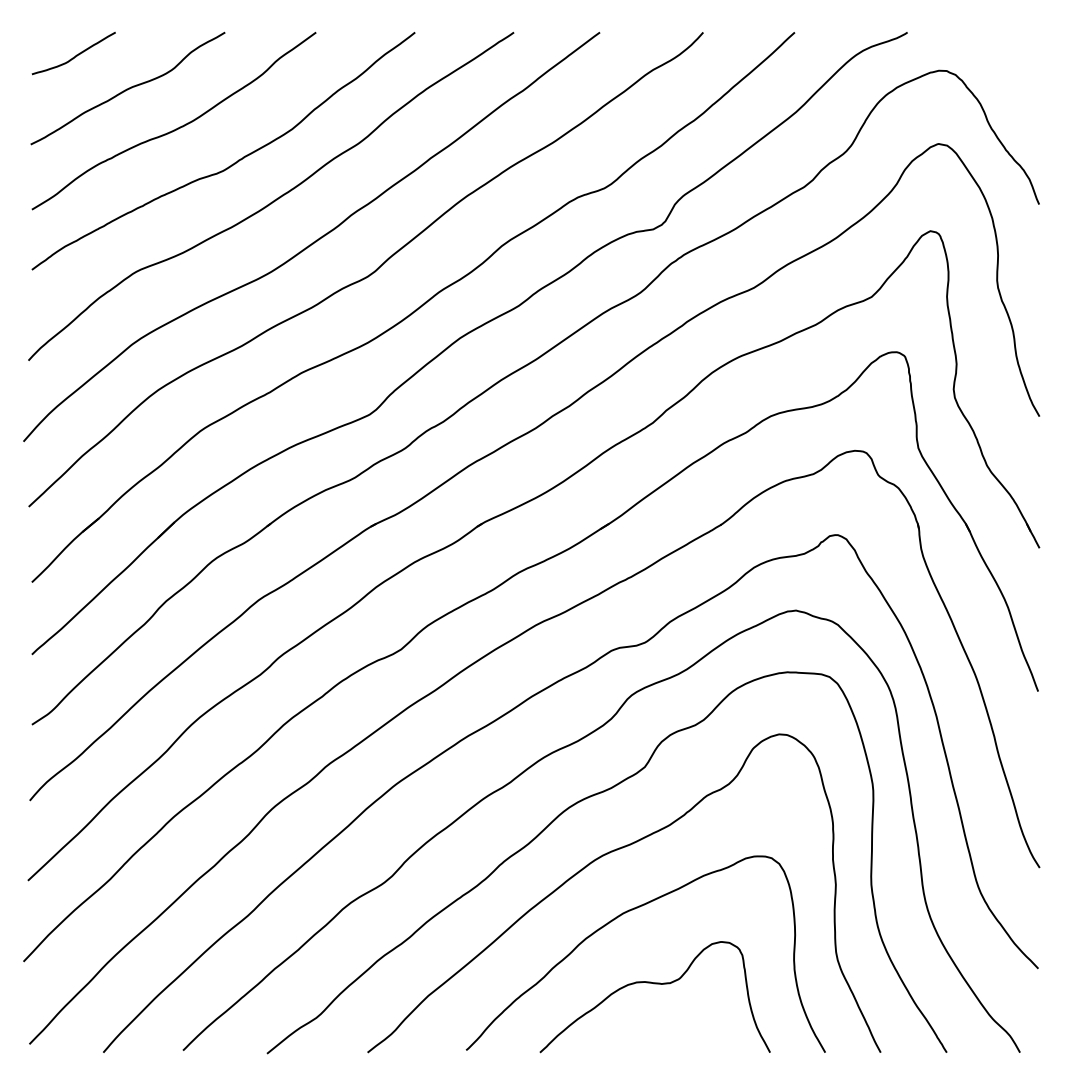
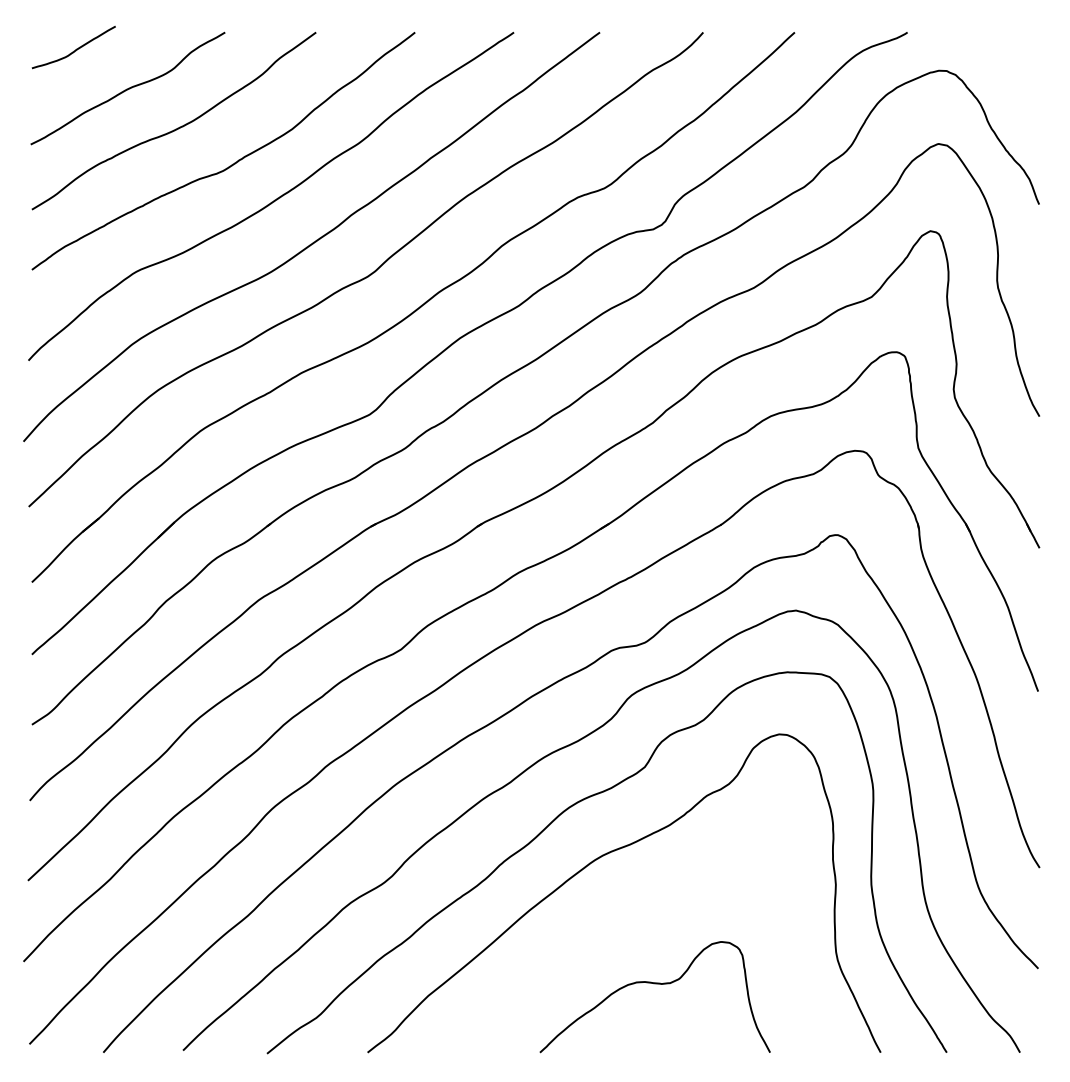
curve at (75, 55) position: (75, 55) -> (75, 49)
curve at (630, 911): present -> none
